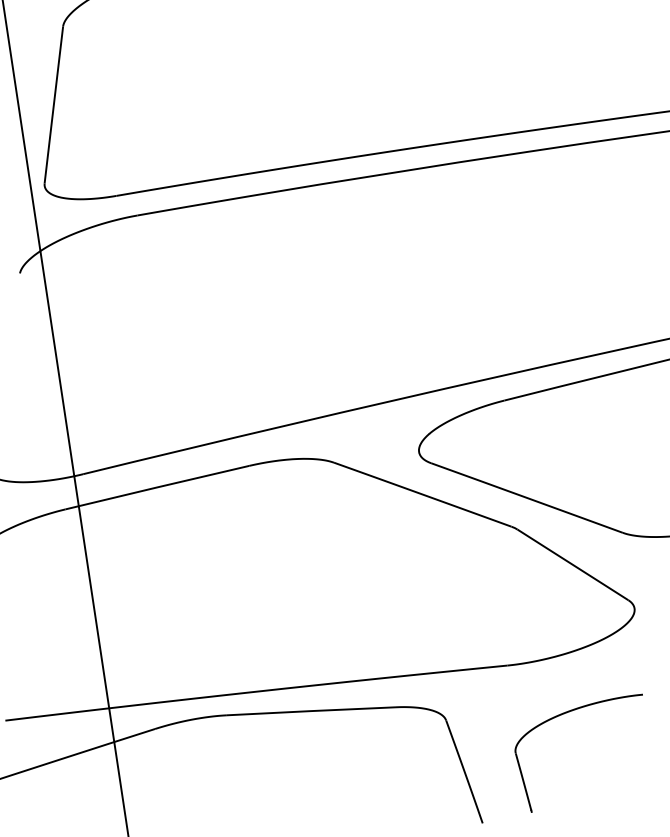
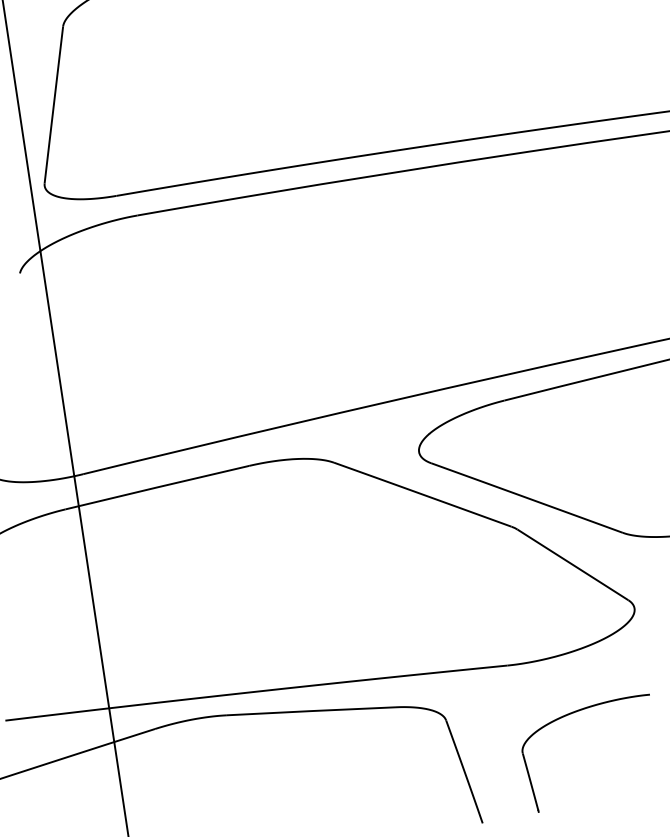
part at (564, 714) position: (564, 714) -> (571, 714)
